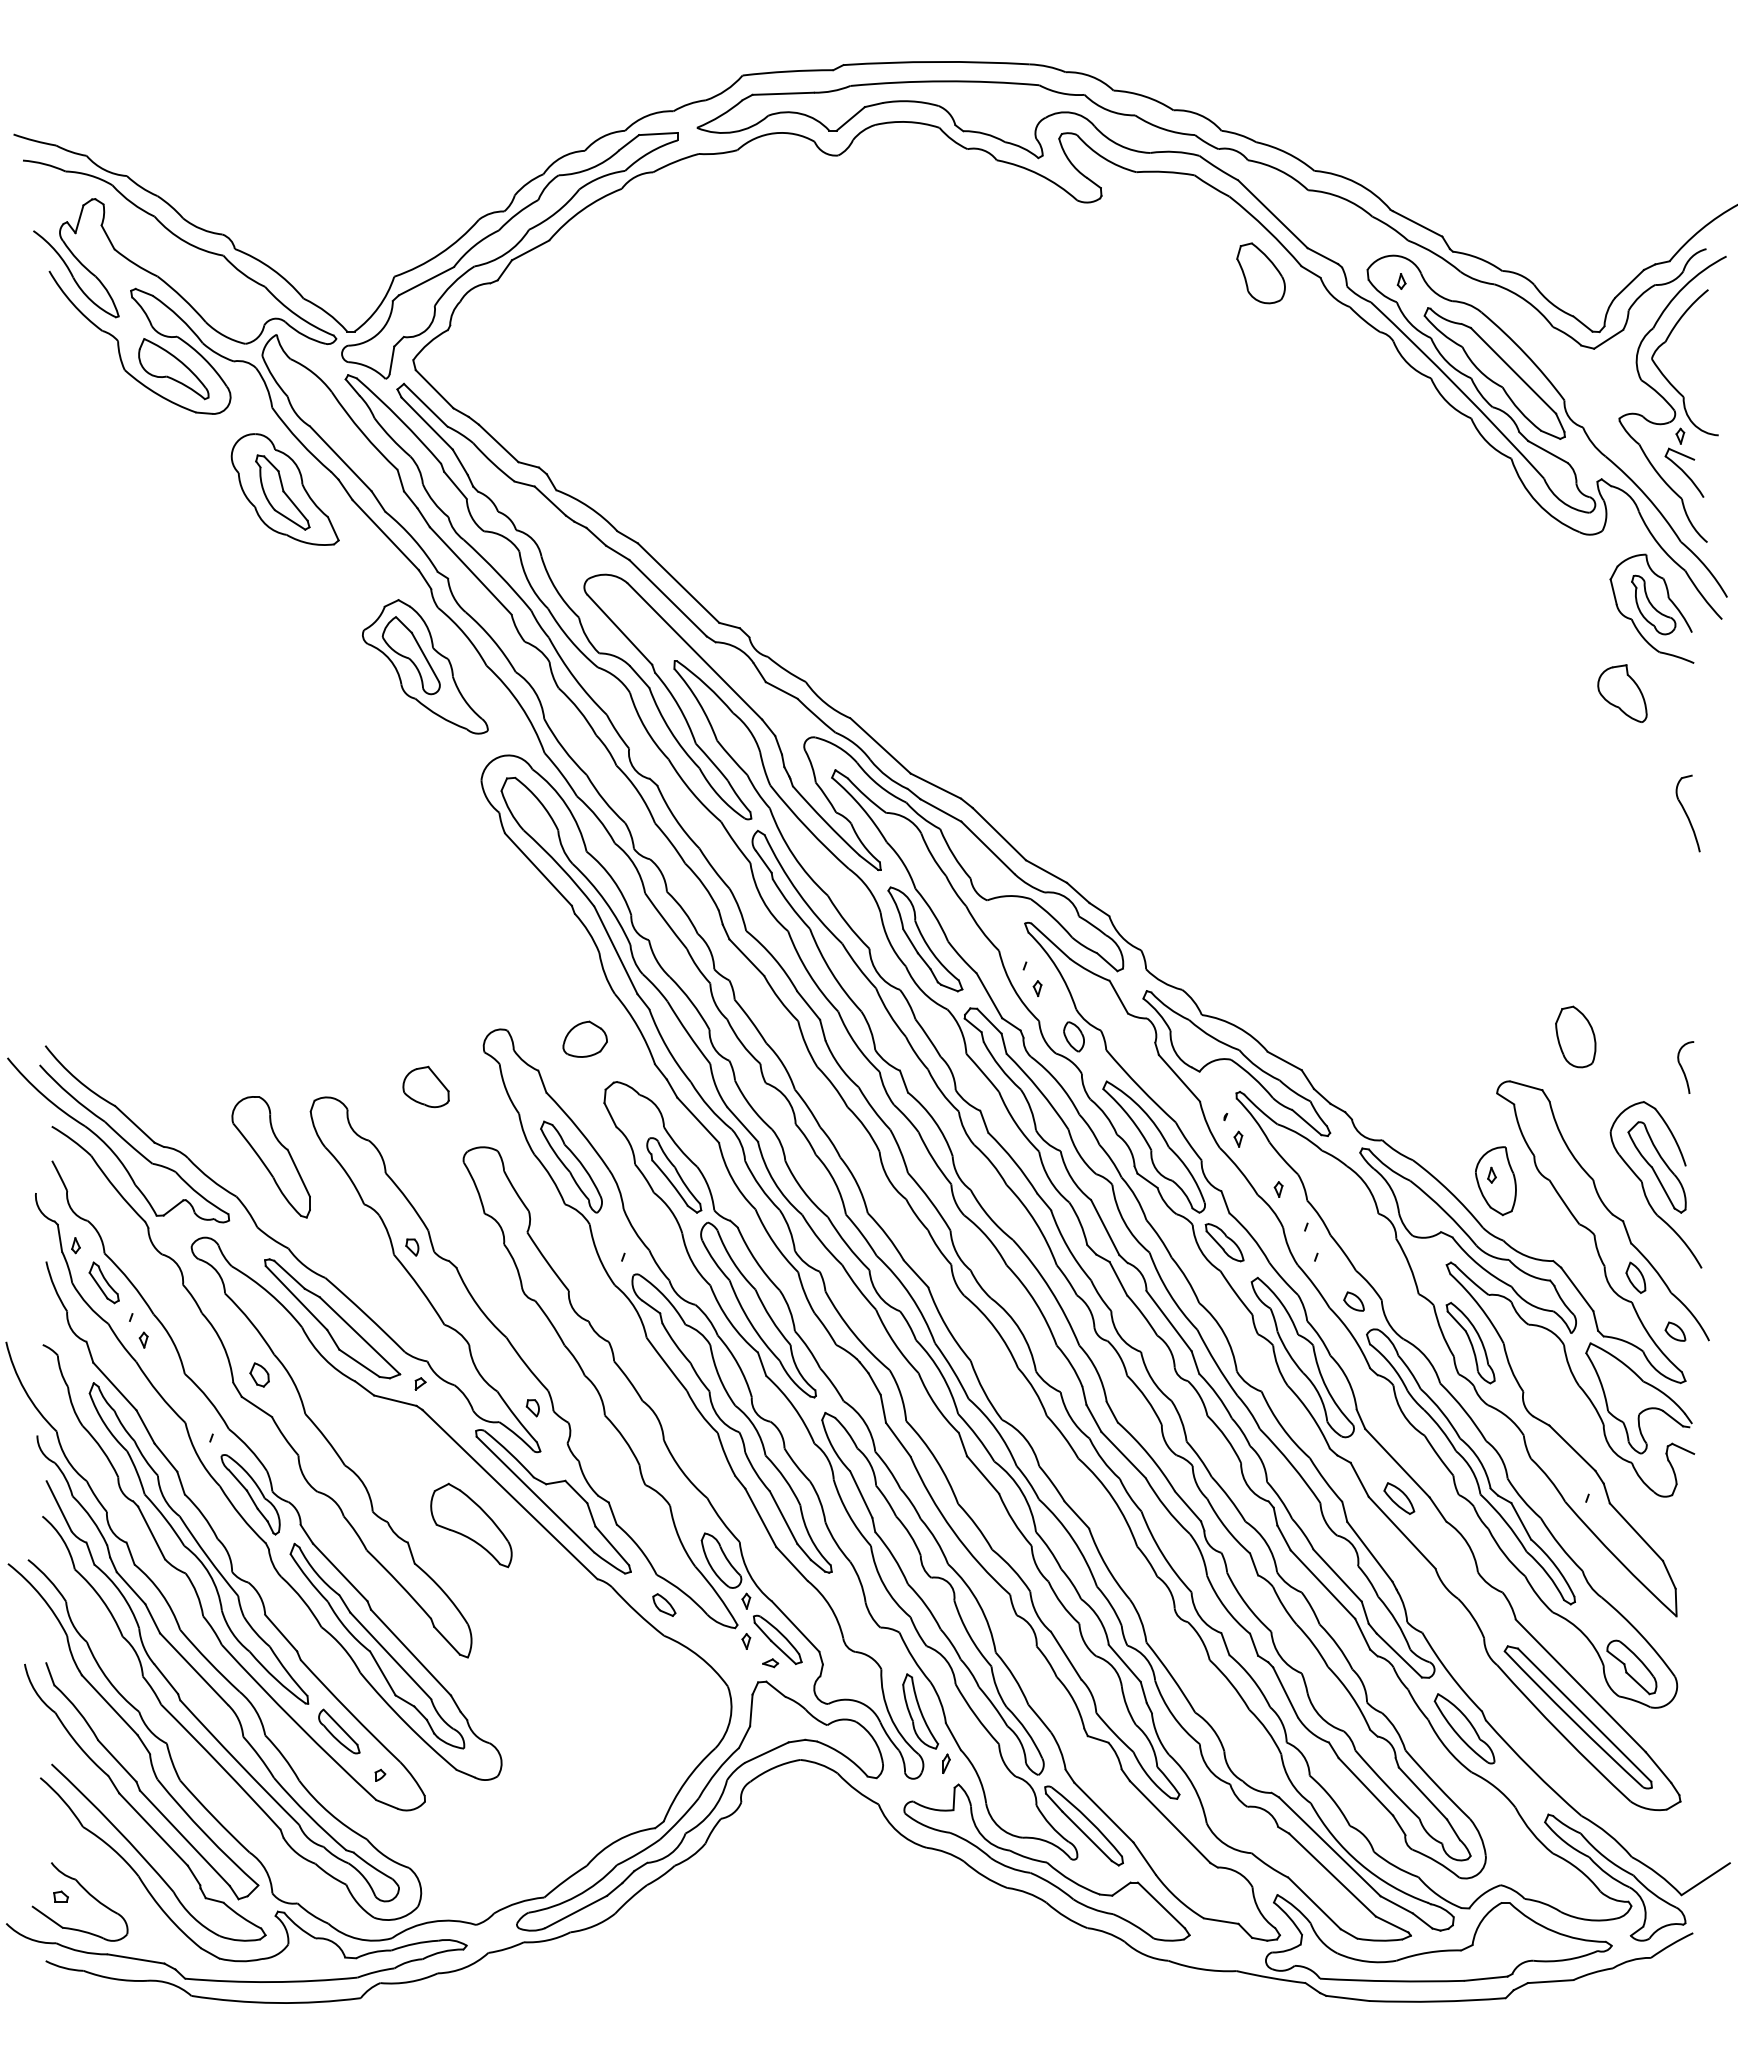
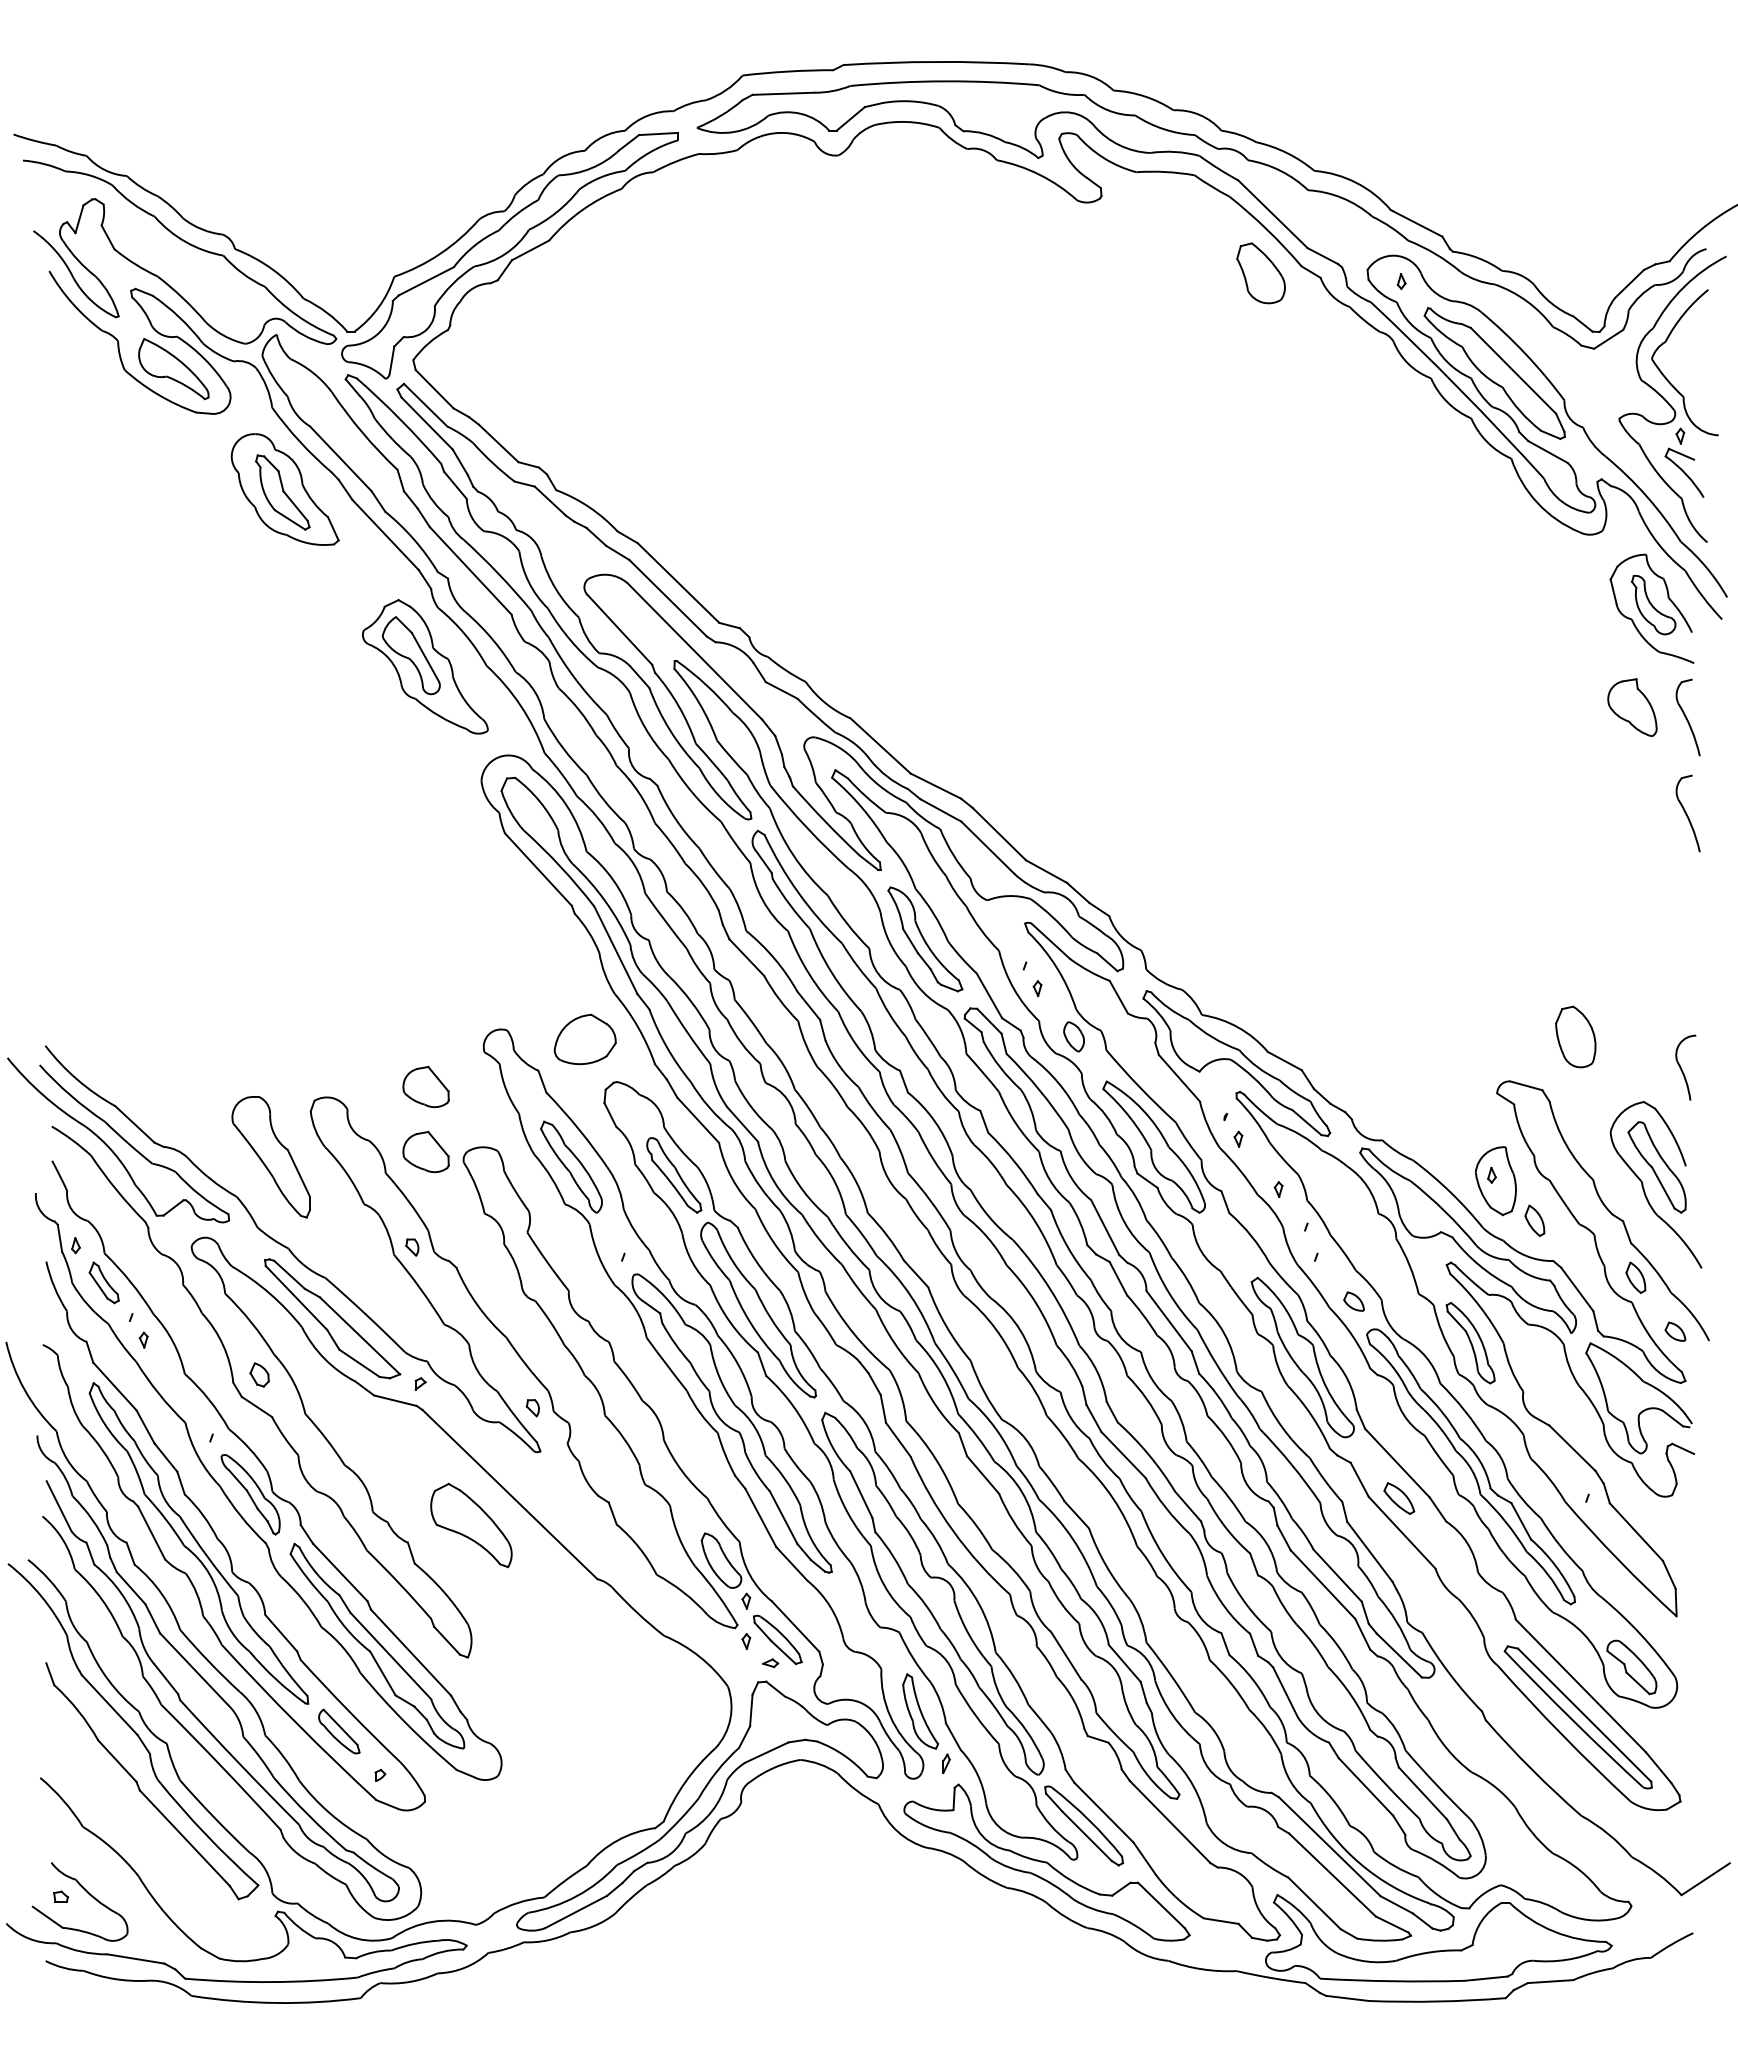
part at (1622, 693) position: (1622, 693) -> (1632, 707)
part at (1687, 717): none -> present
part at (584, 1038) size: 46x38 px -> 64x53 px
part at (1685, 1067) size: 18x53 px -> 22x67 px
part at (425, 1151): none -> present
part at (1534, 1220): none -> present
part at (1224, 1242): present -> none
part at (553, 1501): present -> none
part at (664, 1604): present -> none
part at (1464, 1728): present -> none
part at (136, 1810): present -> none
part at (1615, 1877): present -> none
